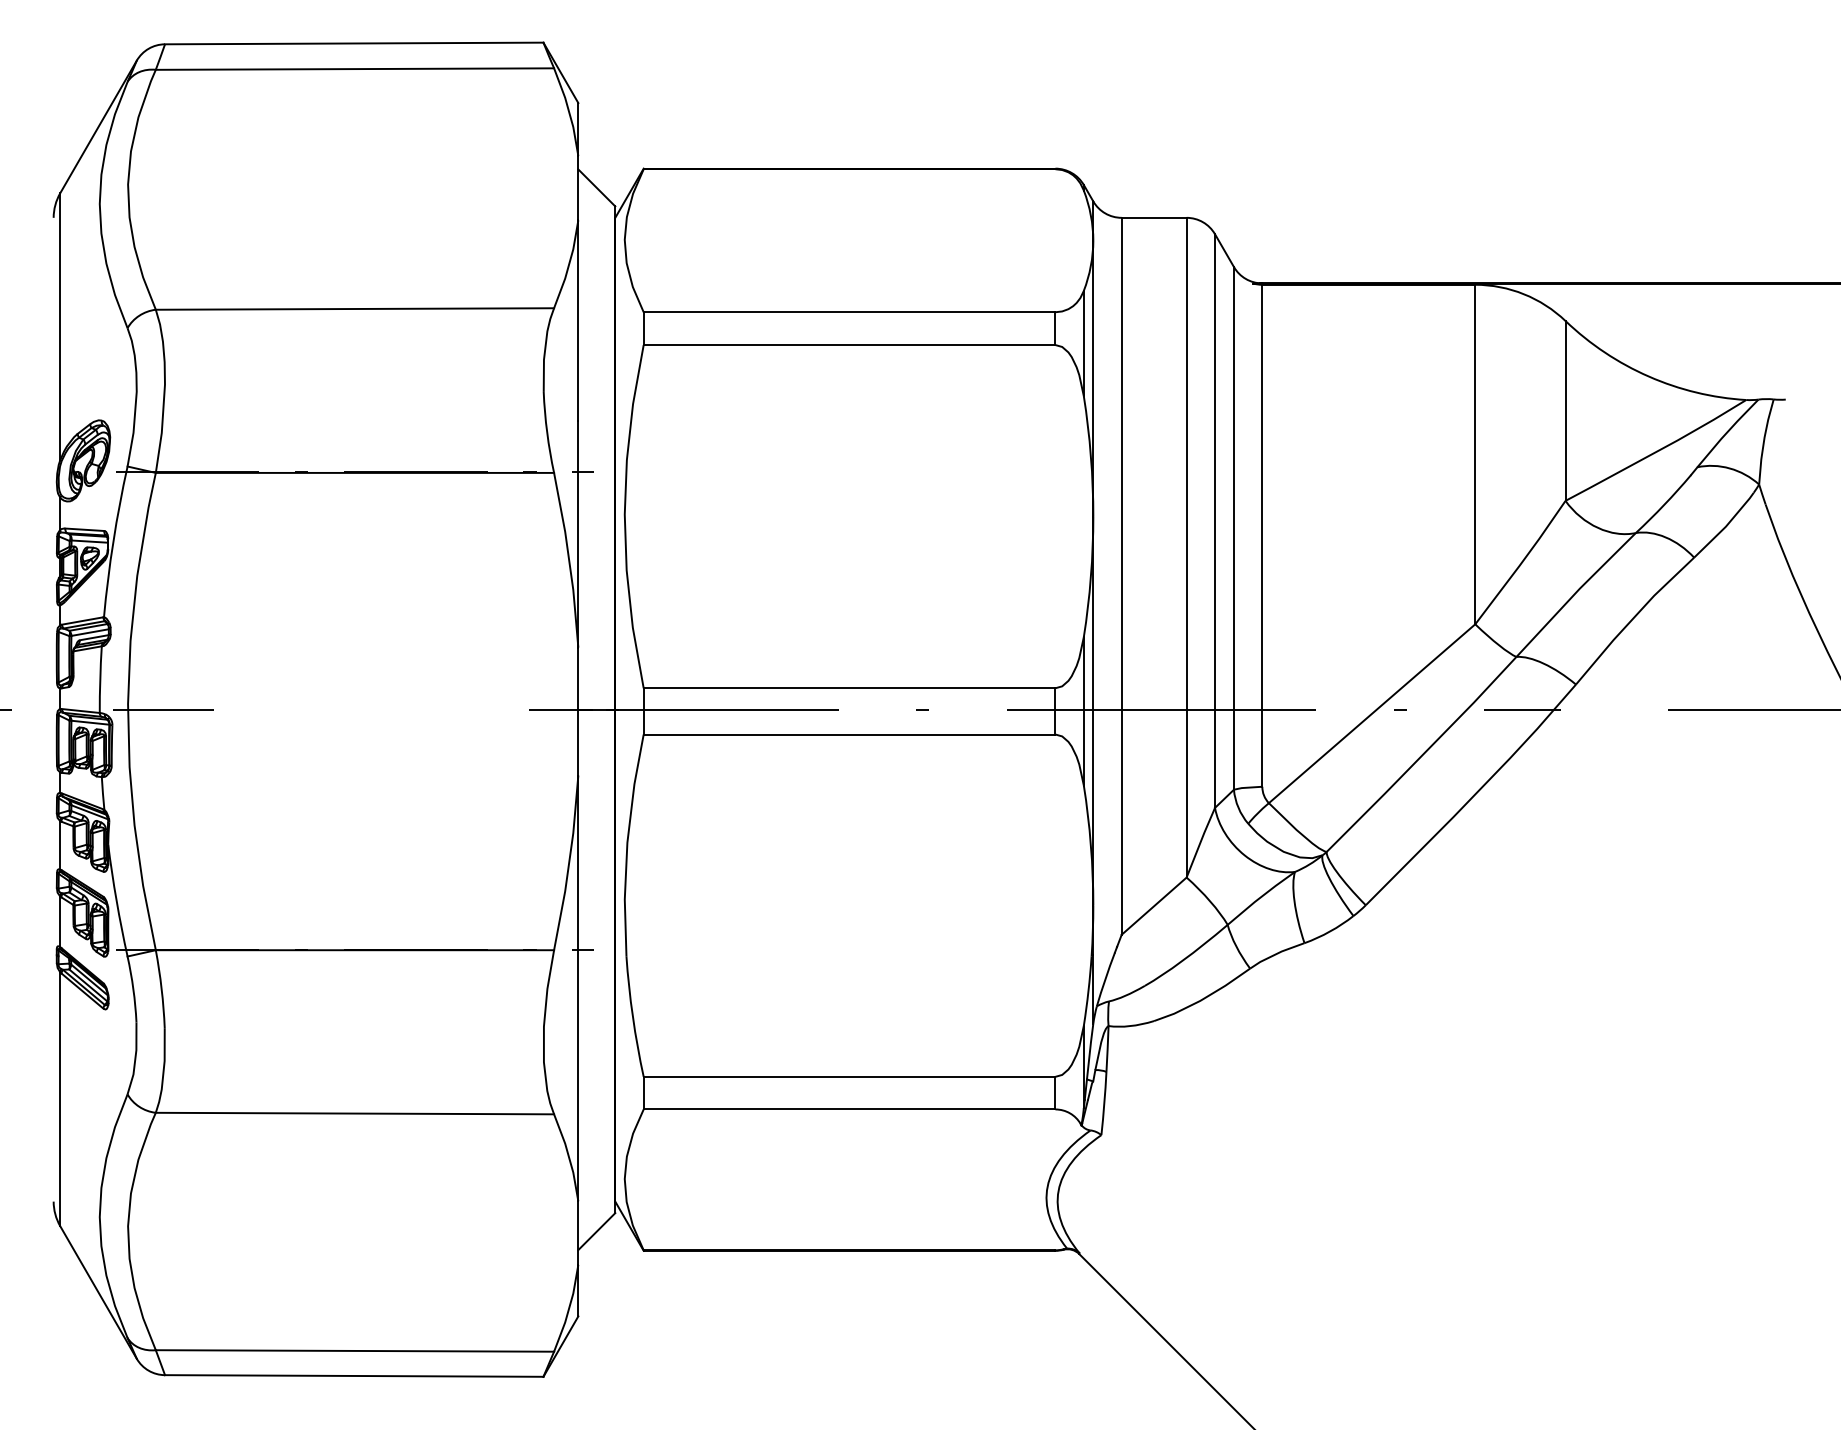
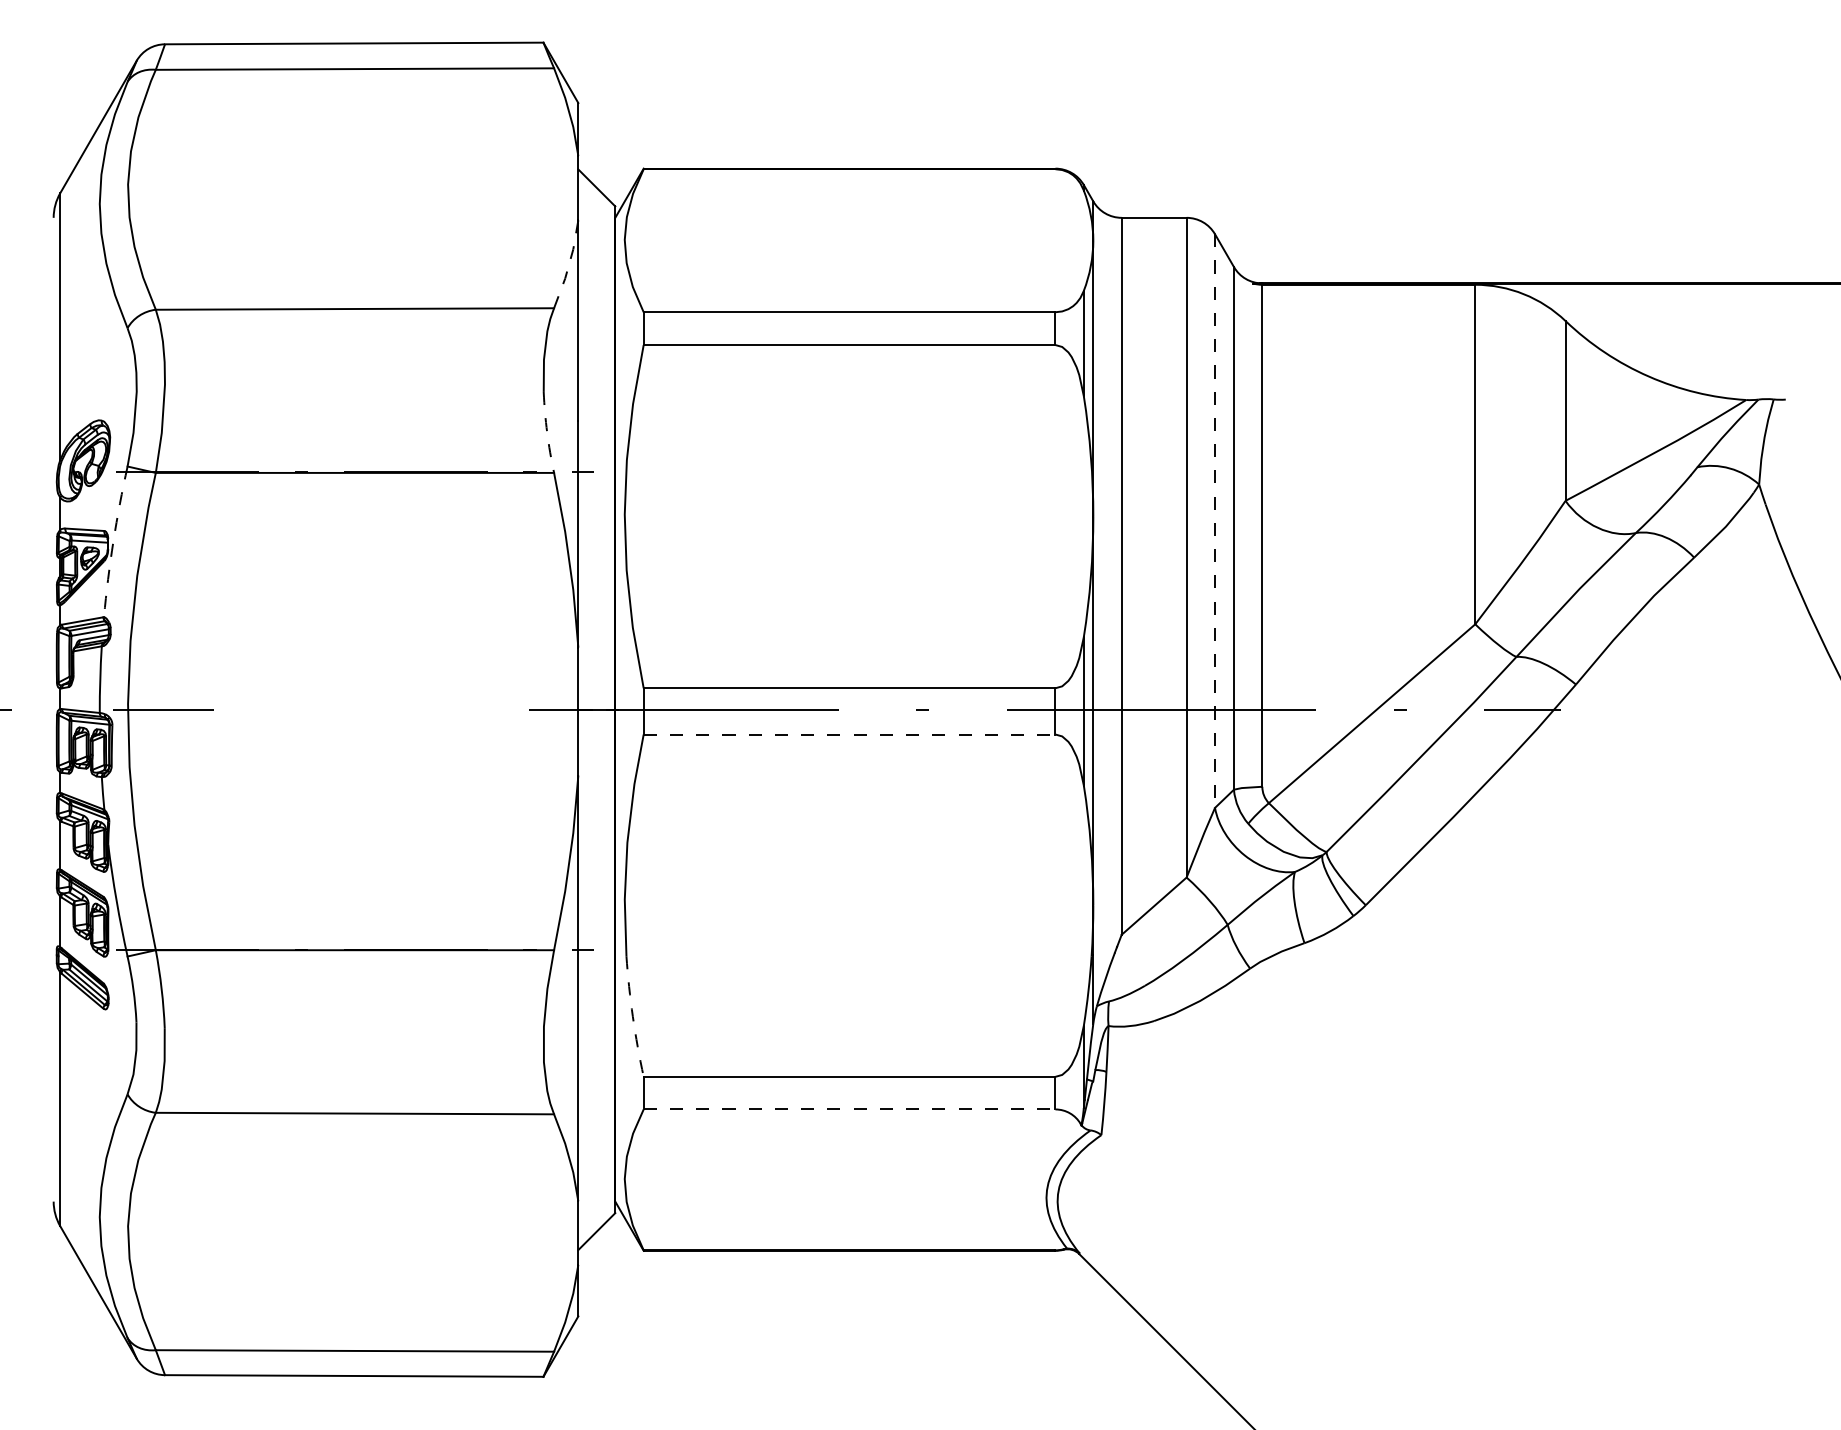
line at (568, 265): solid -> dashed
arc at (547, 432): solid -> dashed
line at (1215, 521): solid -> dashed
arc at (113, 541): solid -> dashed
line at (1752, 709): present -> none
line at (849, 734): solid -> dashed
arc at (632, 1016): solid -> dashed
line at (849, 1109): solid -> dashed
